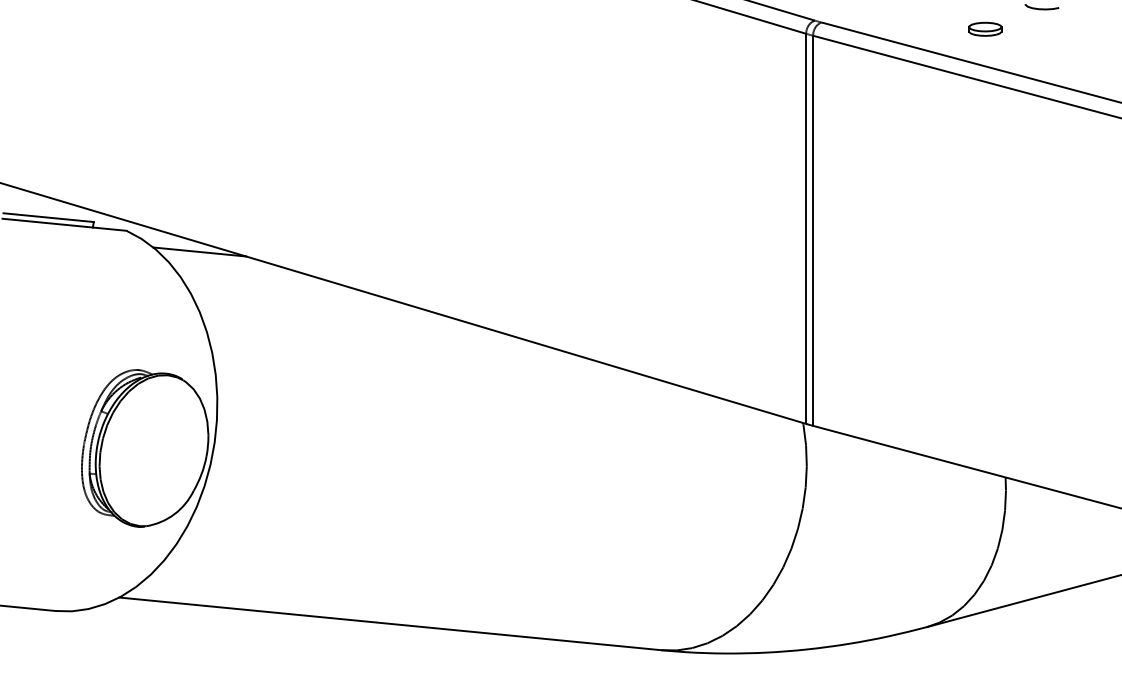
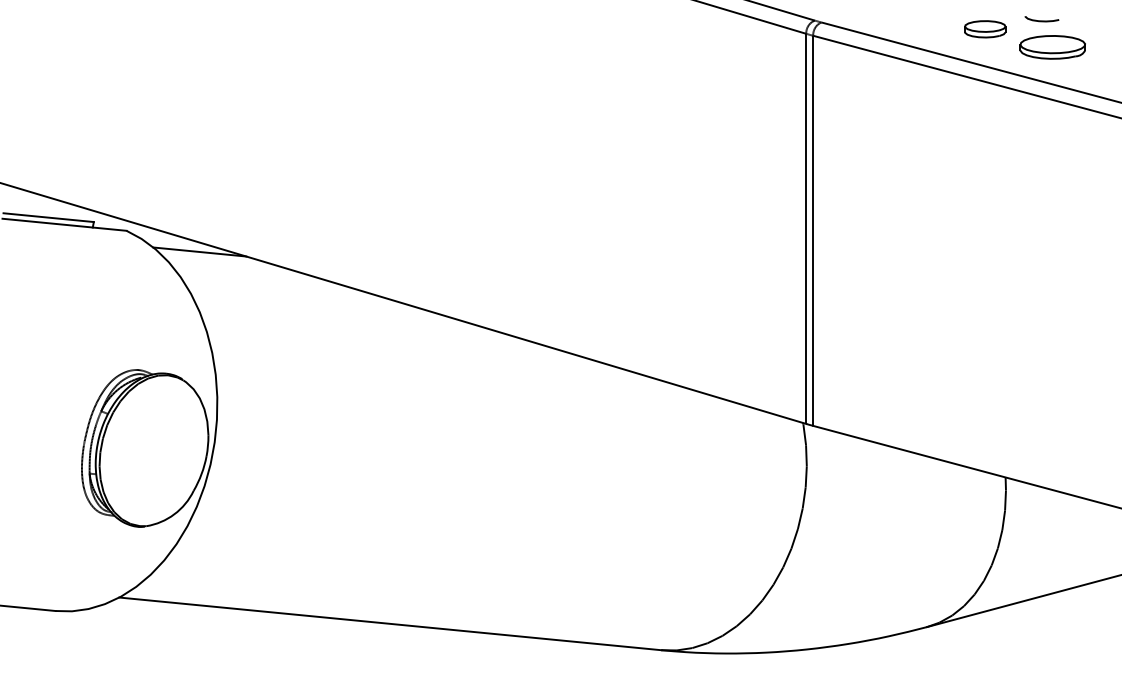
curve at (1041, 8) position: (1041, 8) -> (1041, 20)
part at (985, 28) size: 35x16 px -> 43x19 px
part at (1052, 47): none -> present
